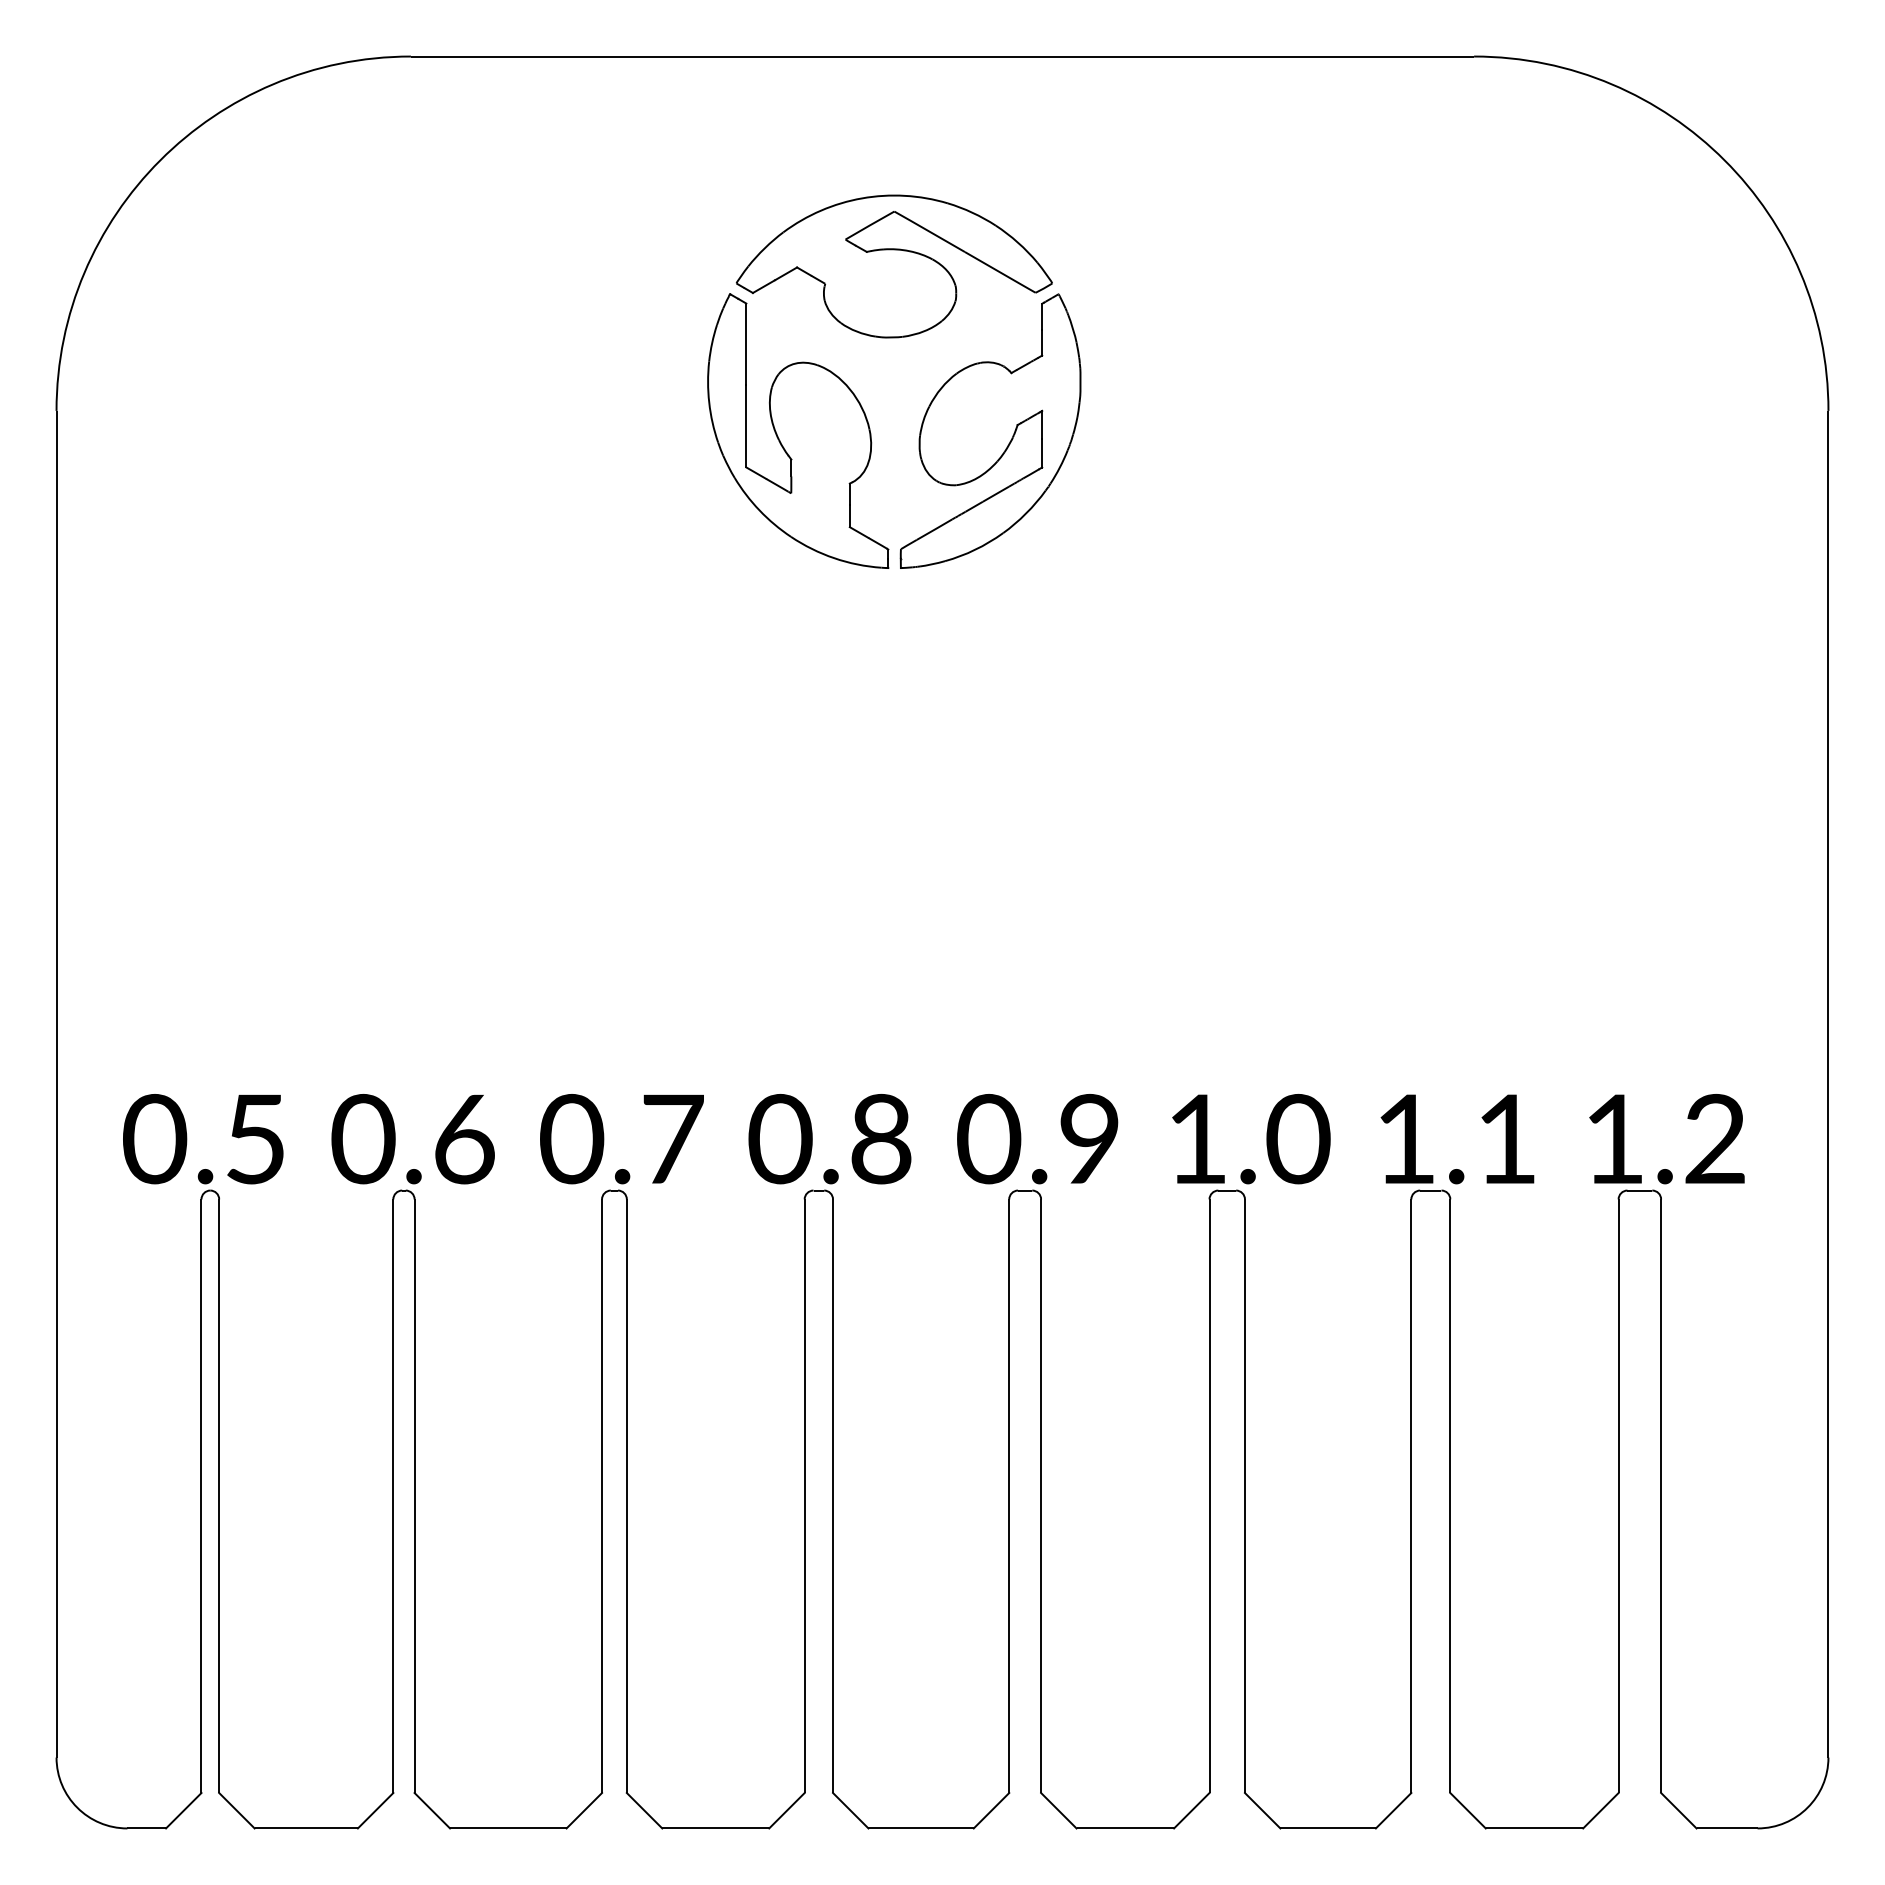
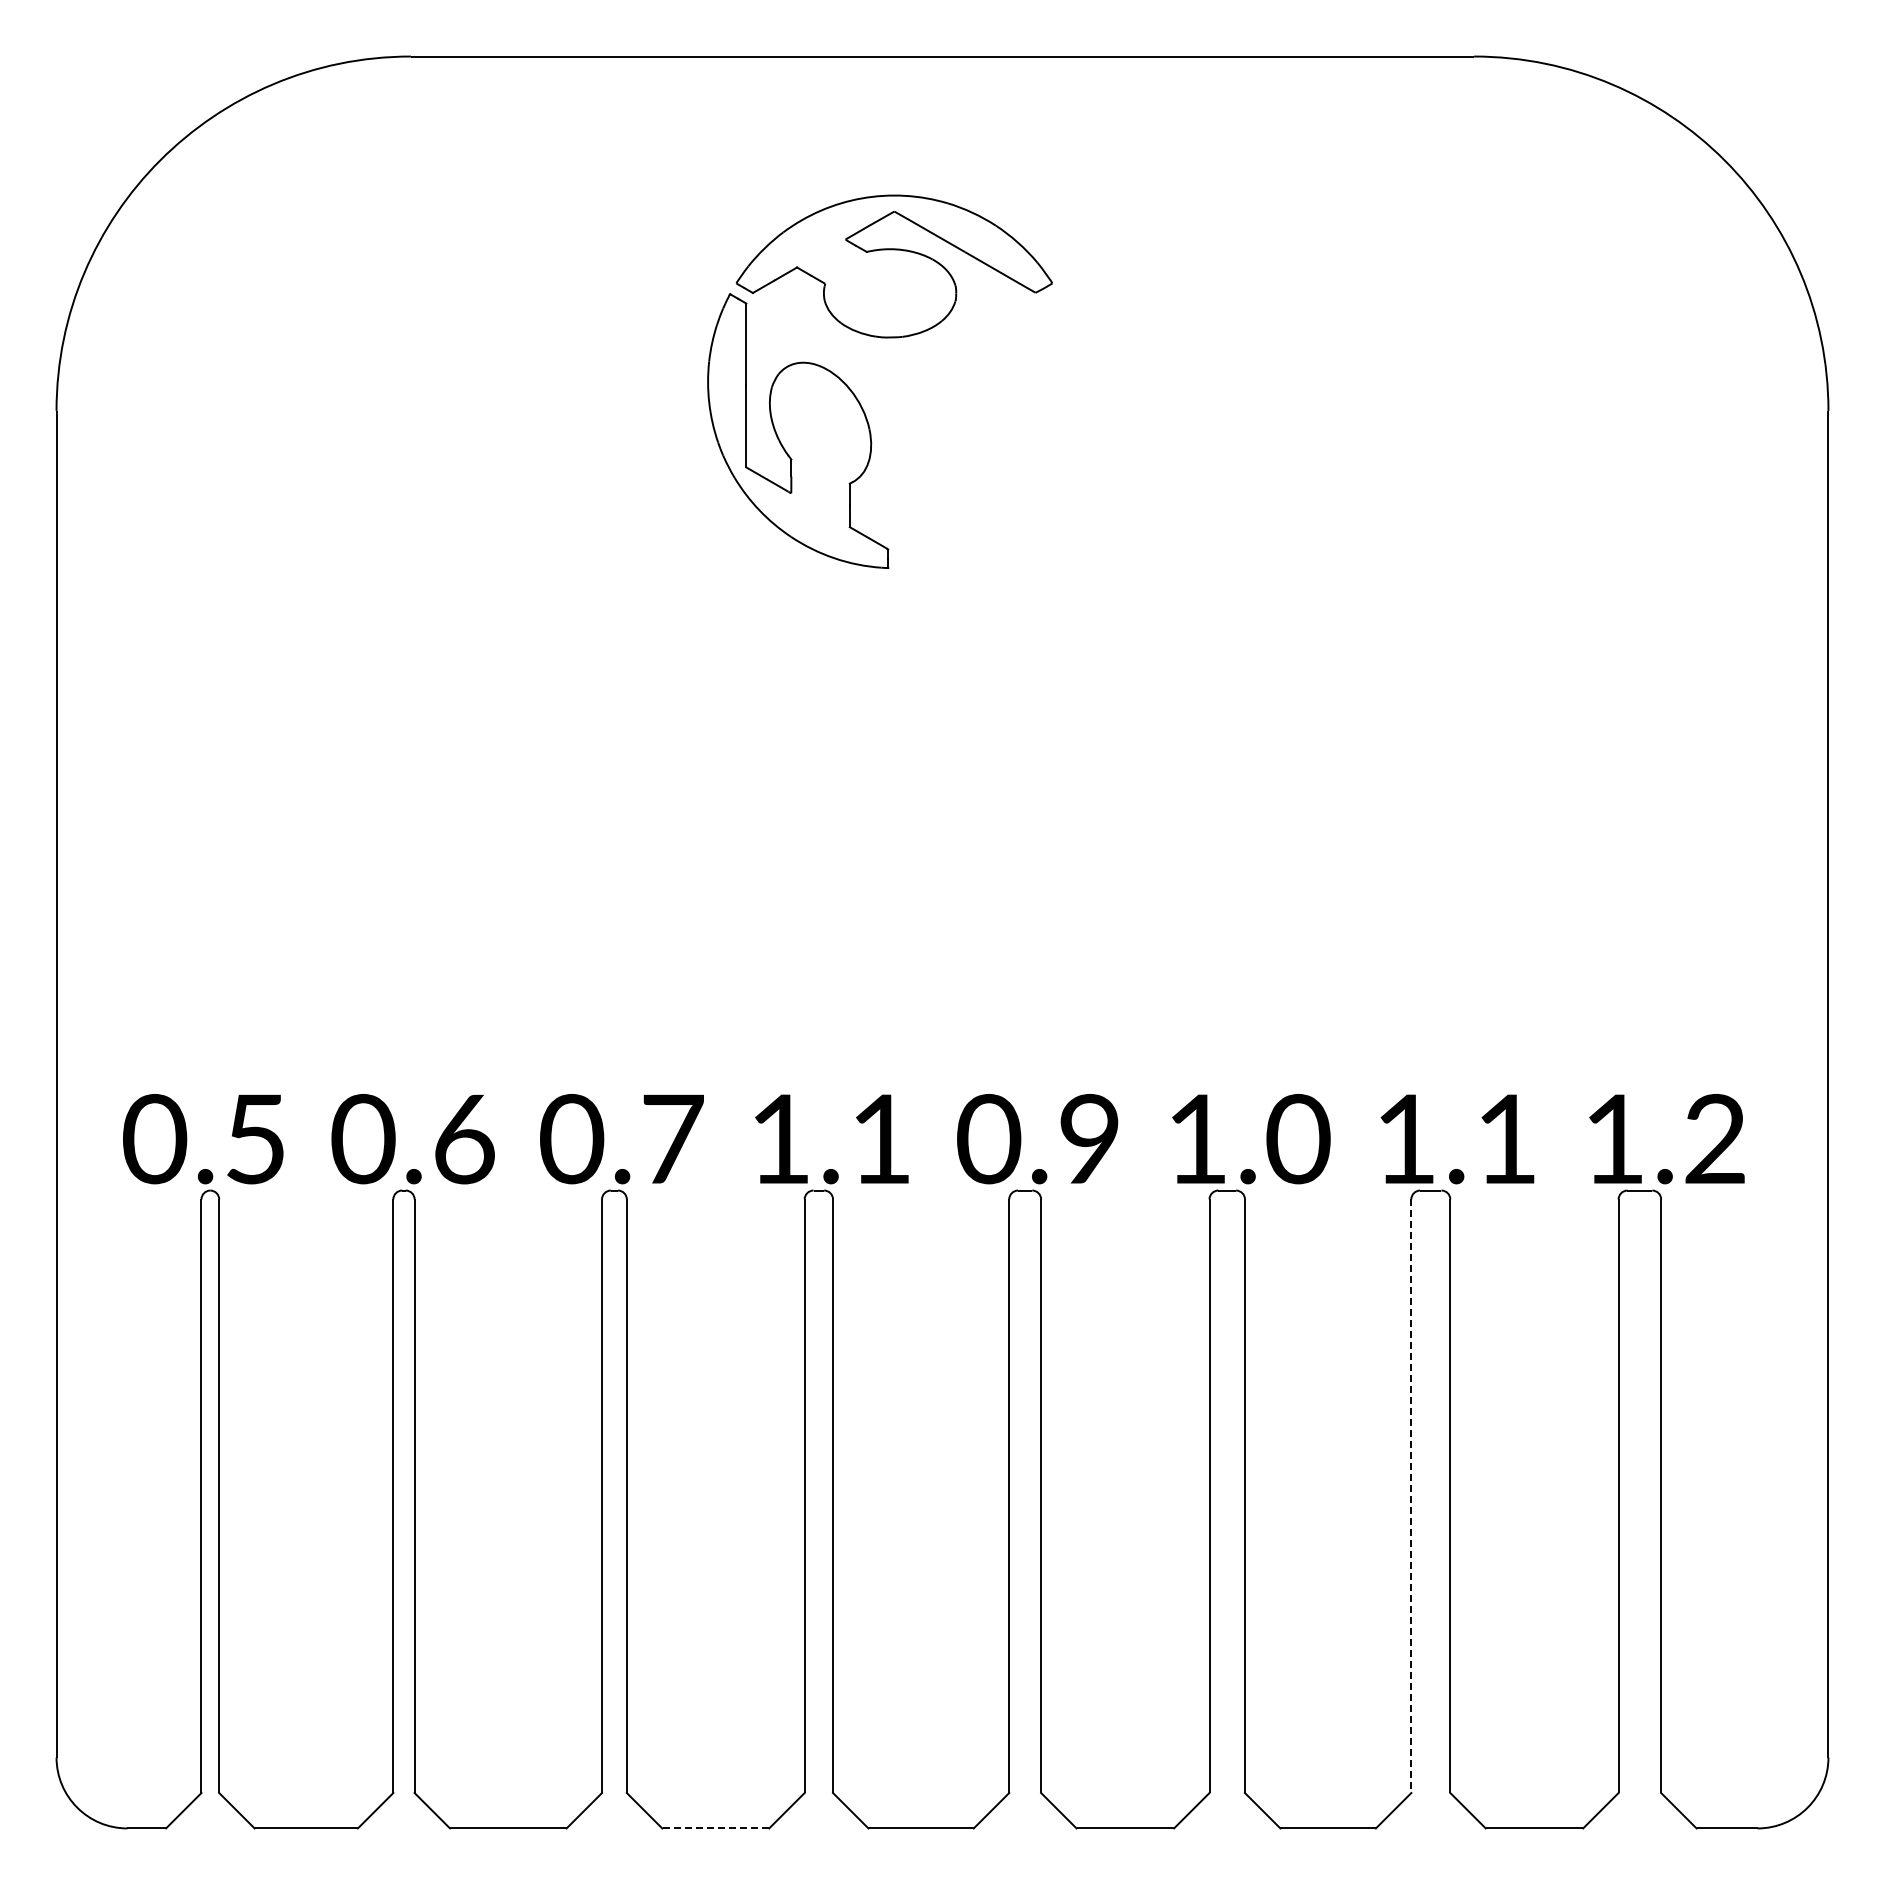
part at (990, 430): present -> none
text at (829, 1138): 0.8 -> 1.1
line at (1411, 1496): solid -> dashed
line at (715, 1828): solid -> dashed
